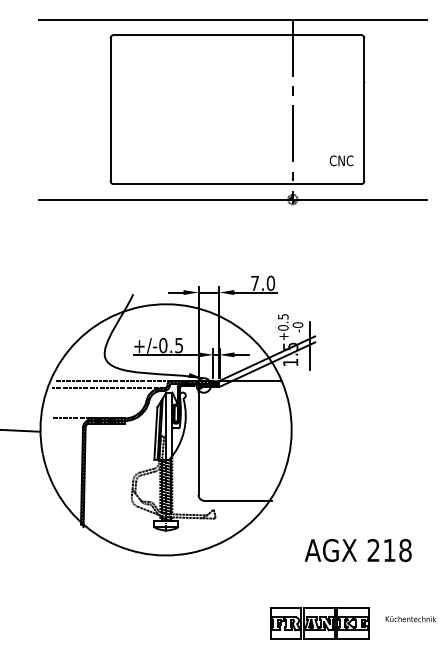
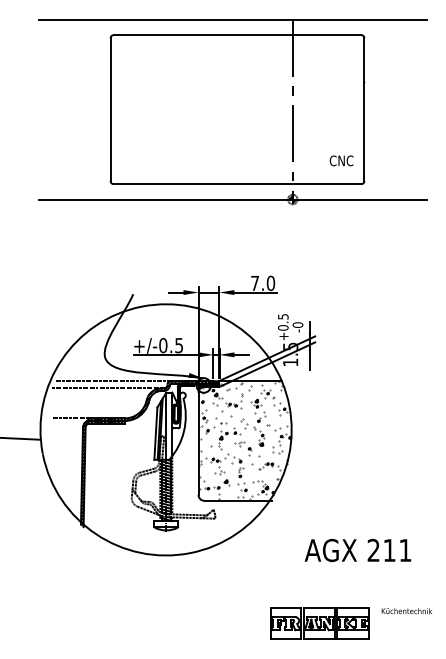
line at (21, 430) position: (21, 430) -> (21, 438)
hatch at (244, 440): none -> present
text at (405, 550): 218 -> 211
text at (410, 619) position: (410, 619) -> (406, 611)
